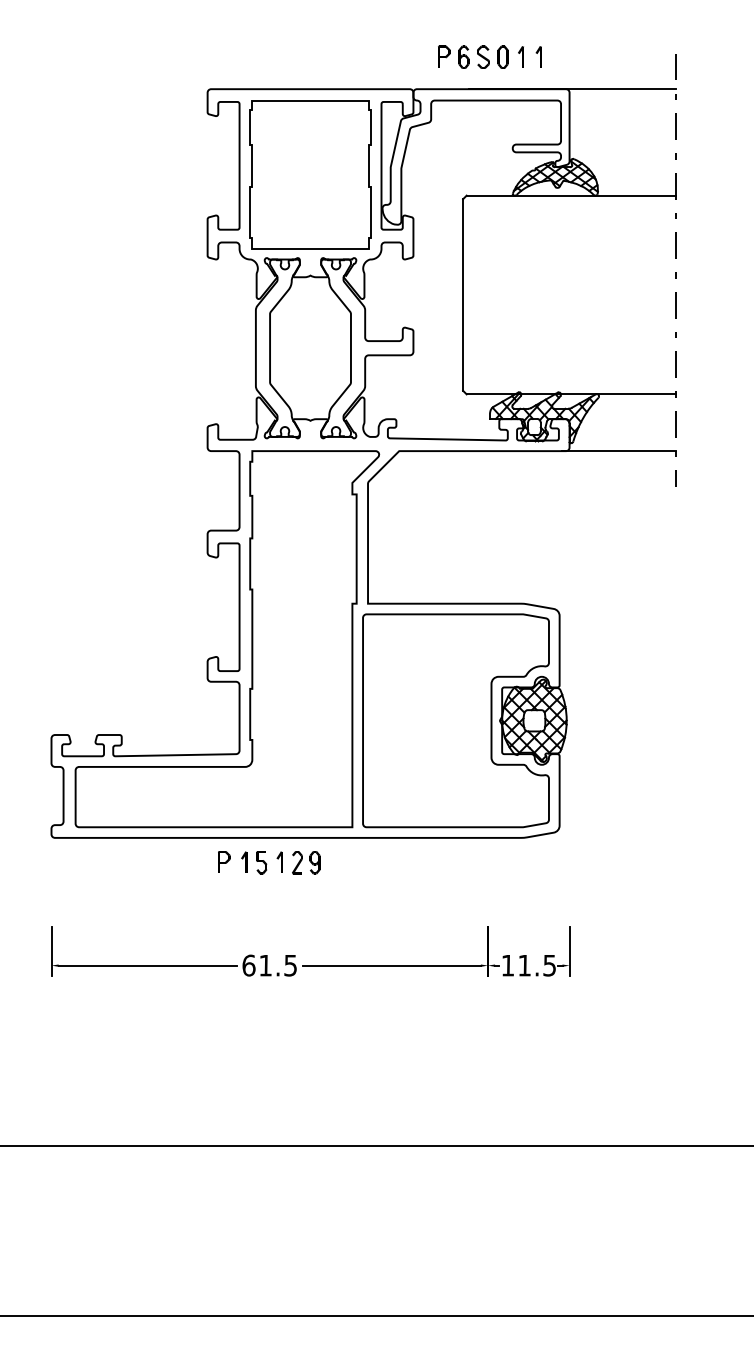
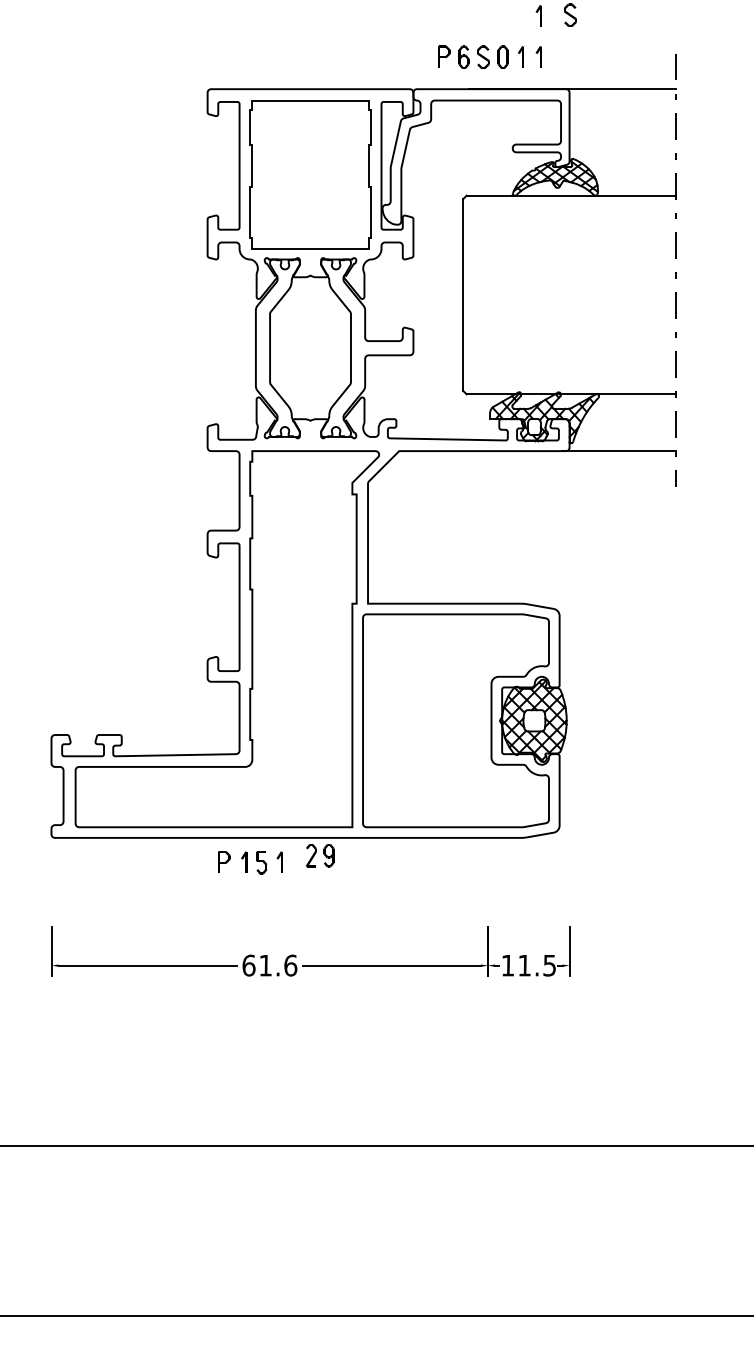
part at (570, 14): none -> present
part at (538, 15): none -> present
part at (306, 862) position: (306, 862) -> (320, 855)
text at (290, 965): 61.5 -> 61.6
